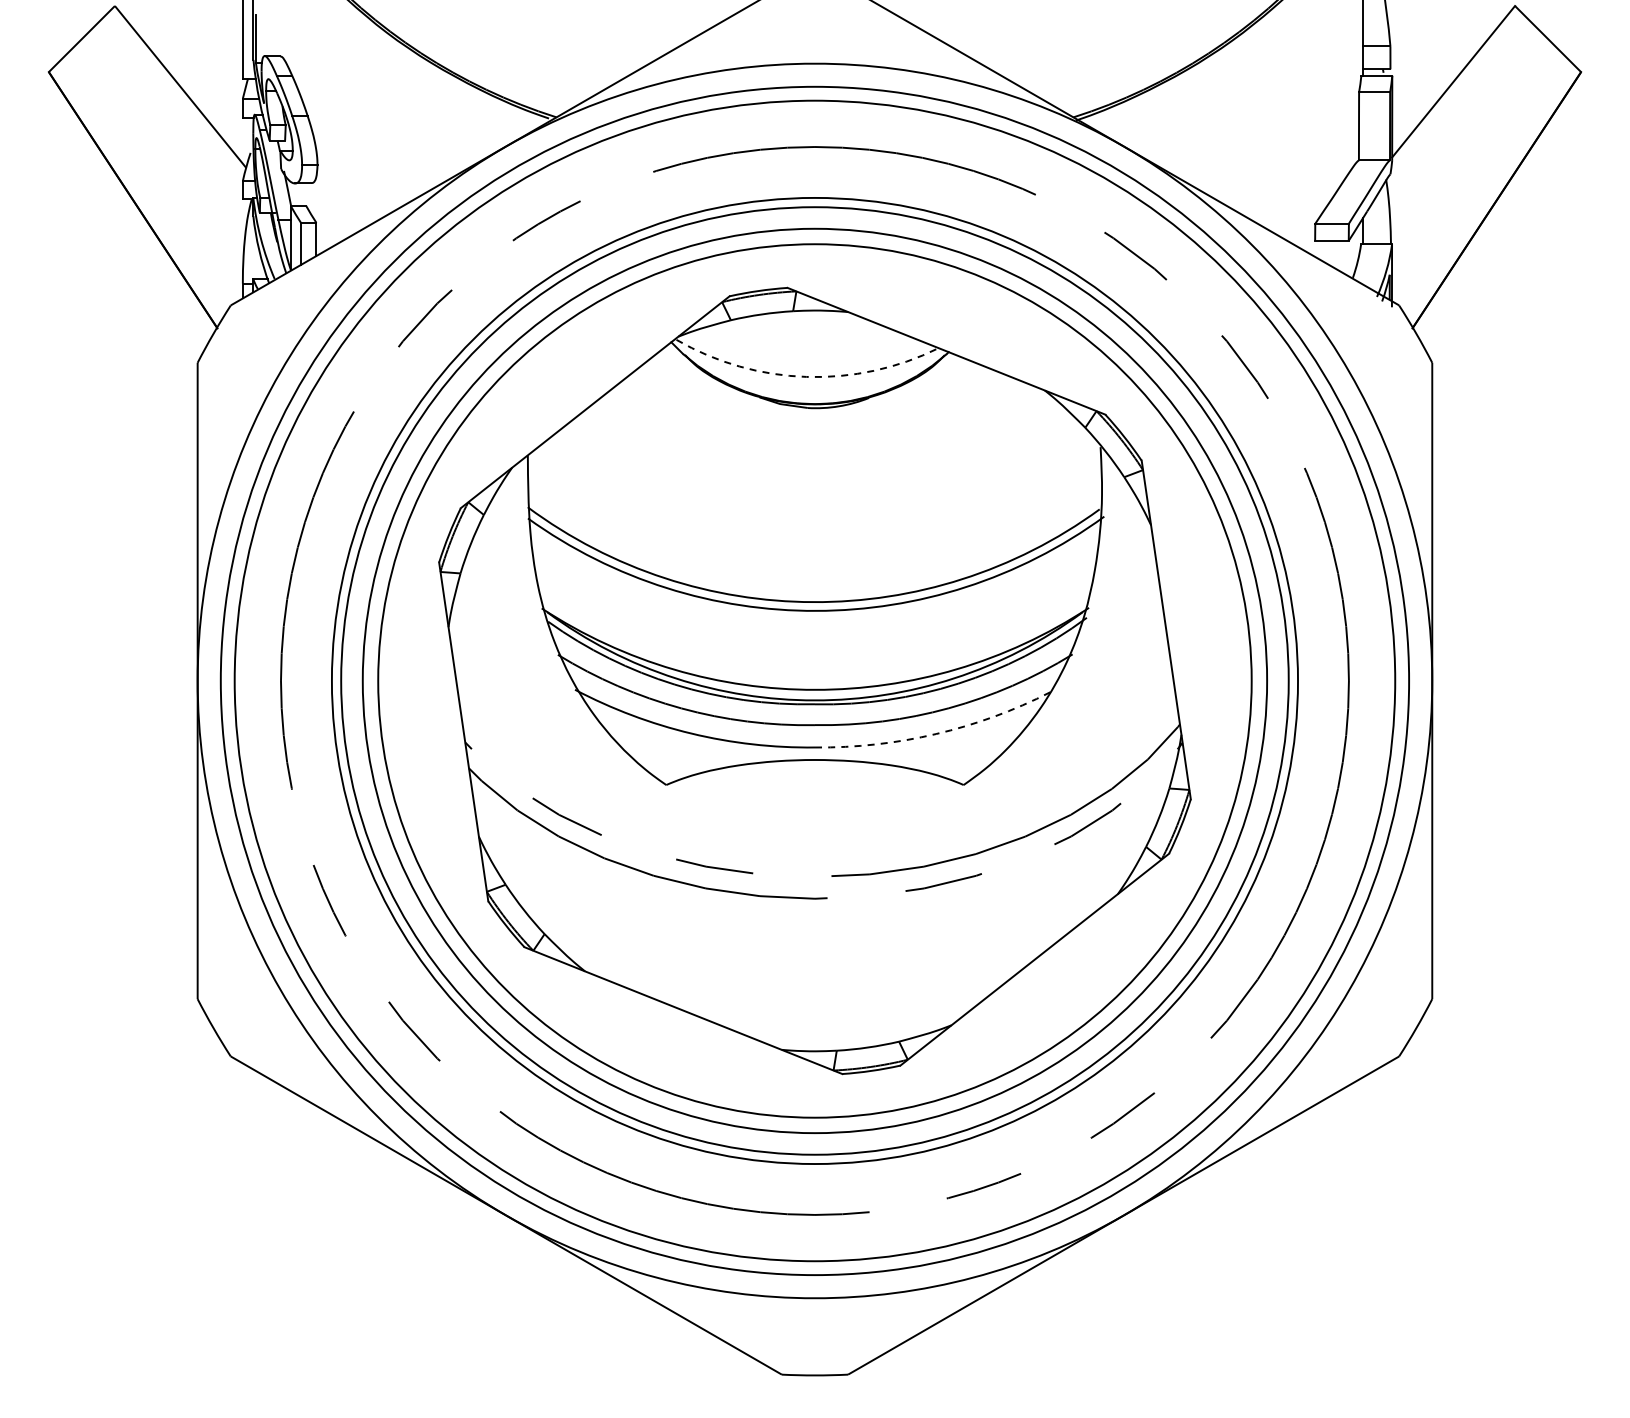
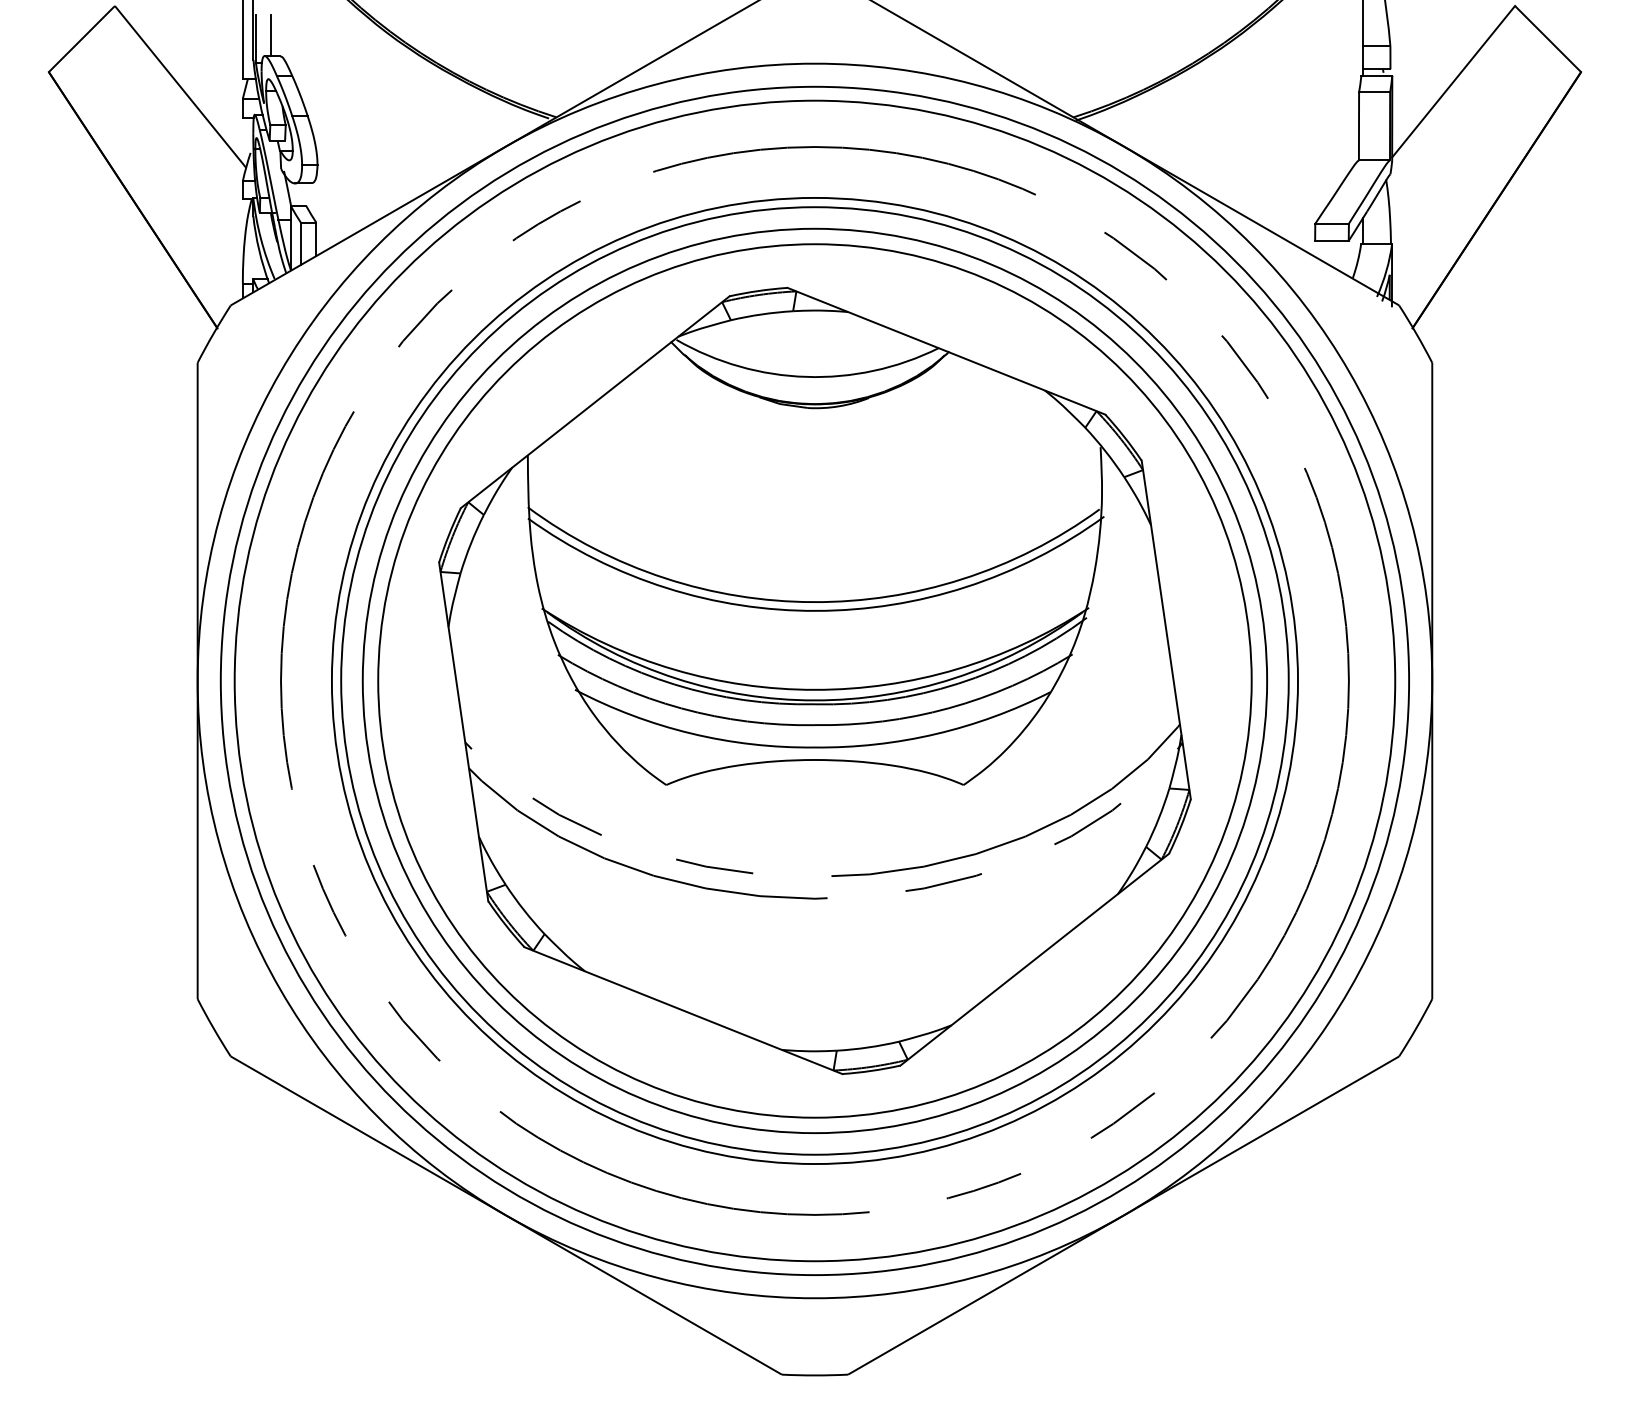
line at (271, 35): none -> present
arc at (806, 376): dashed -> solid
arc at (936, 734): dashed -> solid
